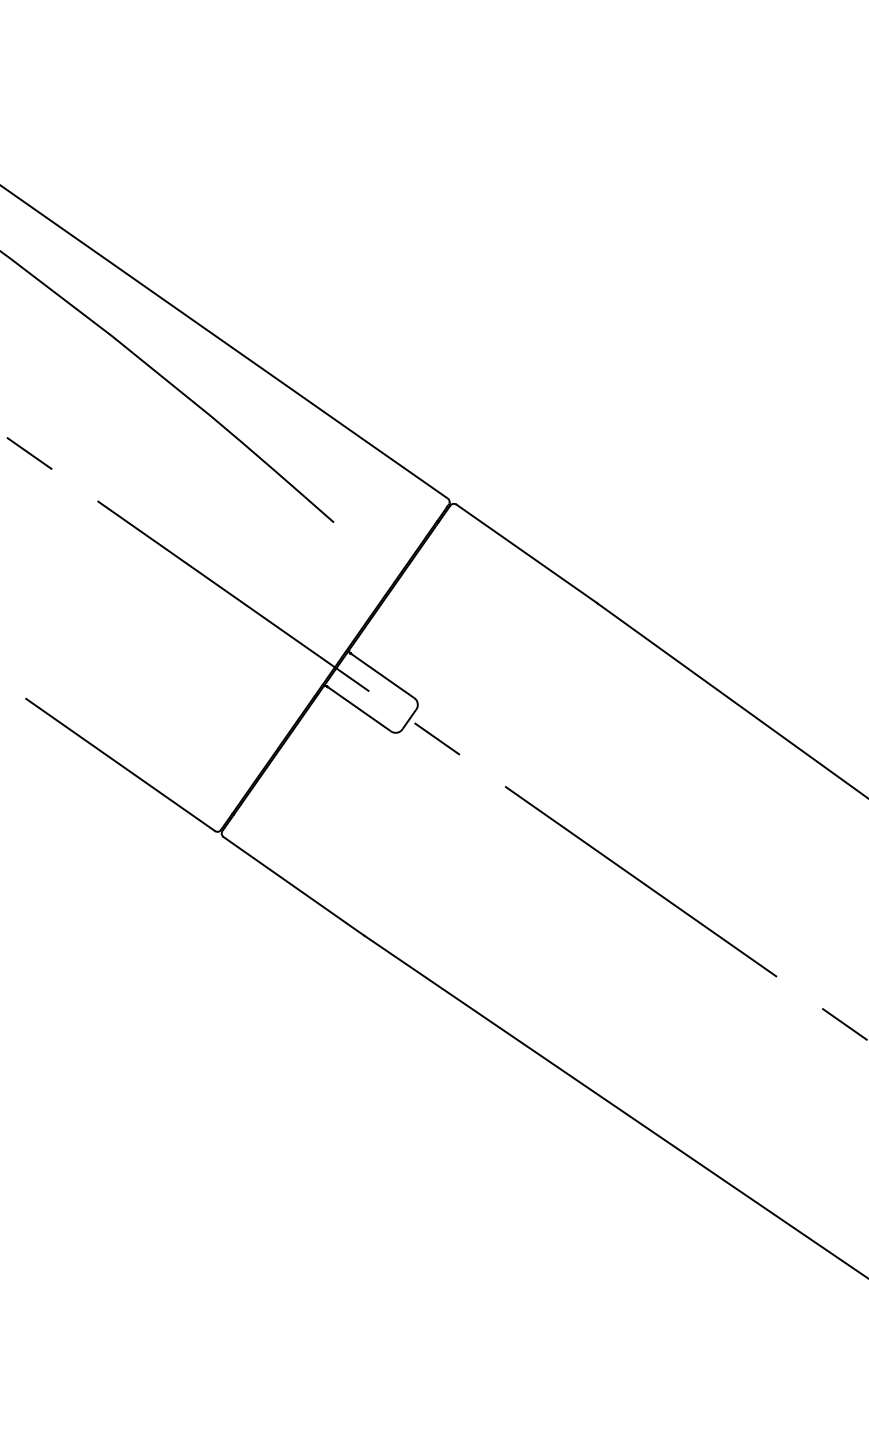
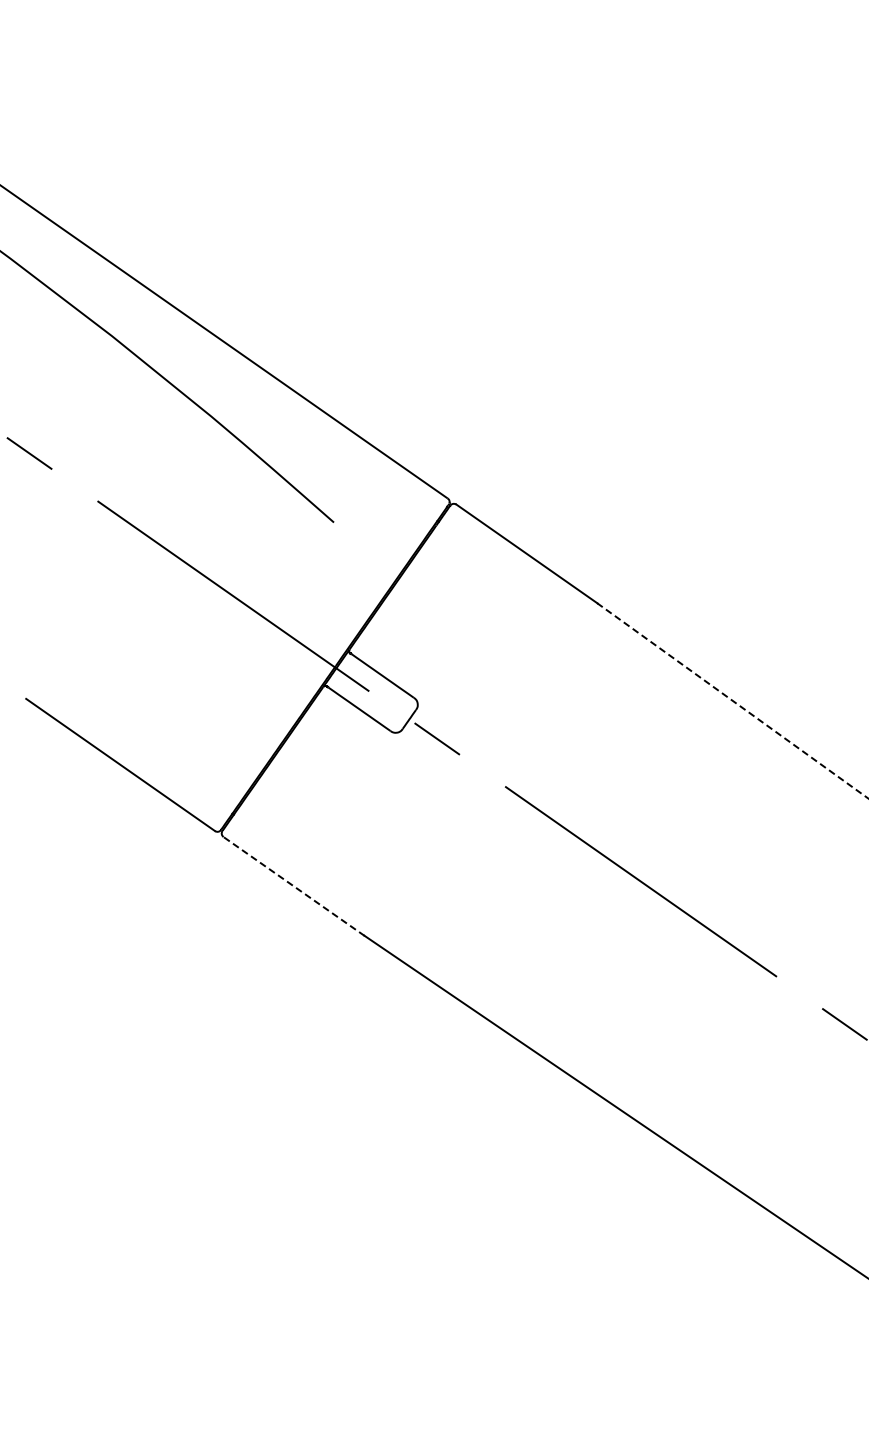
line at (733, 701): solid -> dashed
line at (293, 886): solid -> dashed
